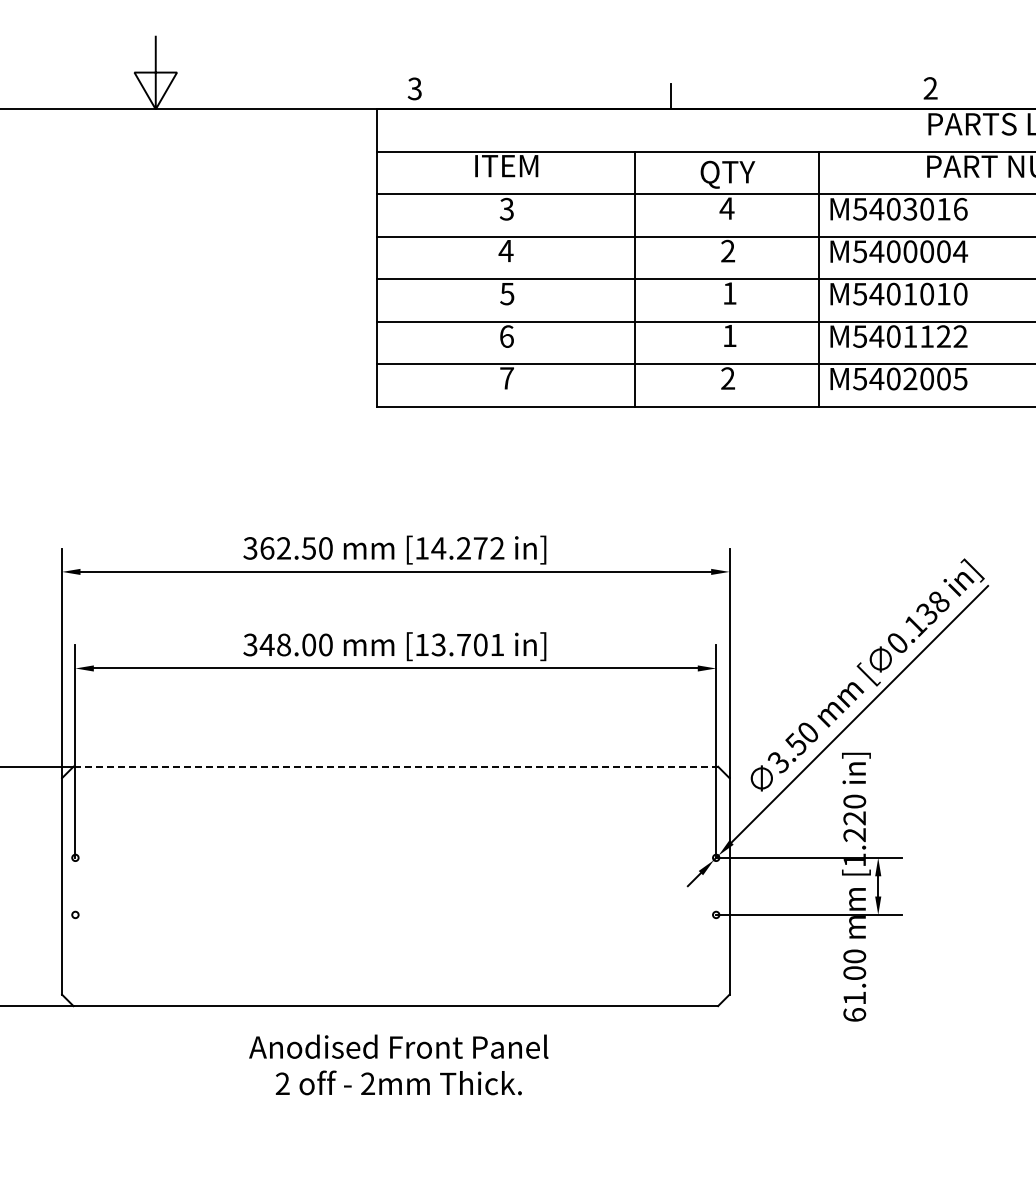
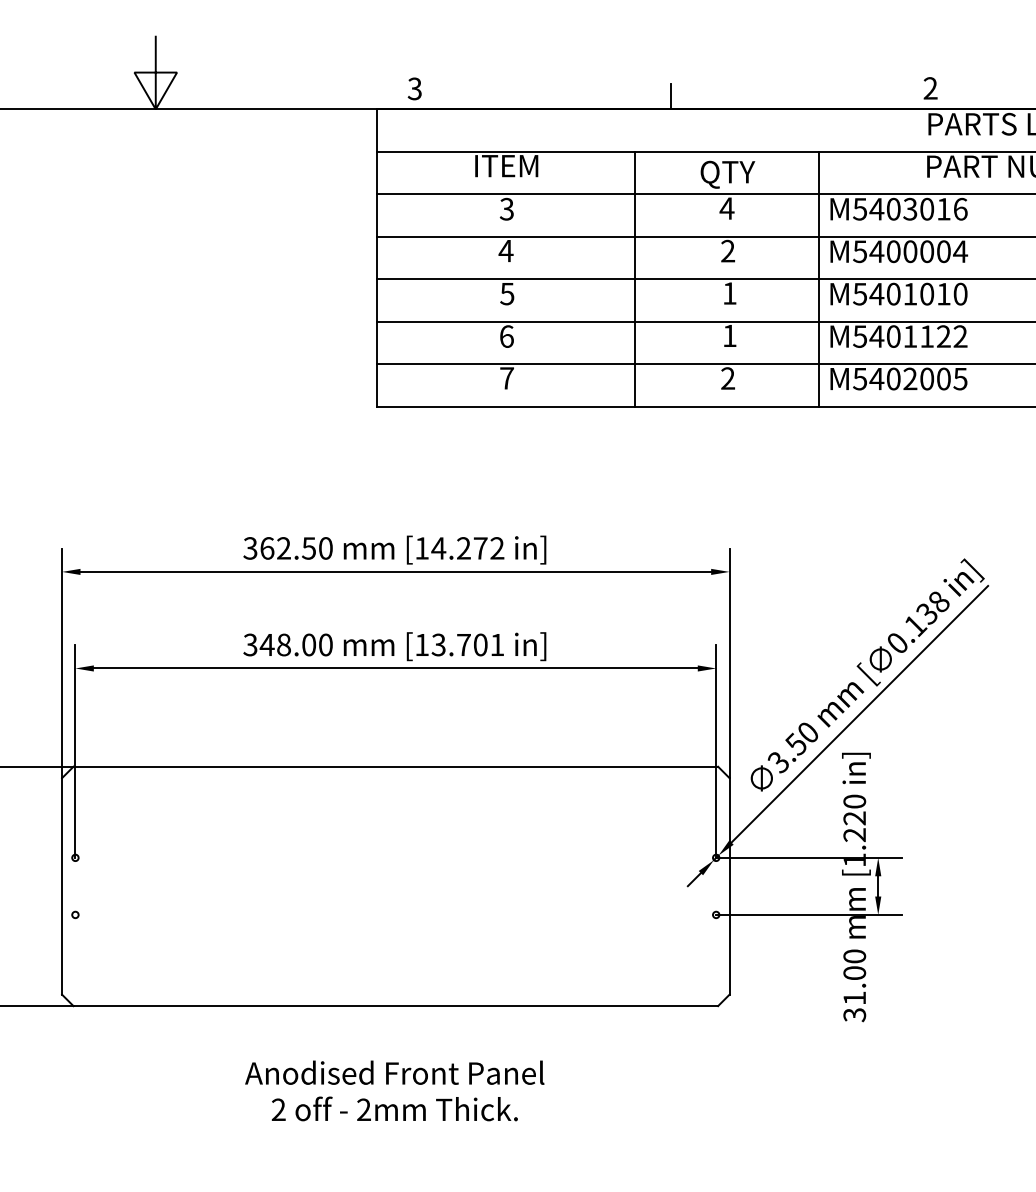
line at (396, 766): dashed -> solid
text at (854, 1015): 61.00 -> 31.00
text at (398, 1064) position: (398, 1064) -> (394, 1090)
